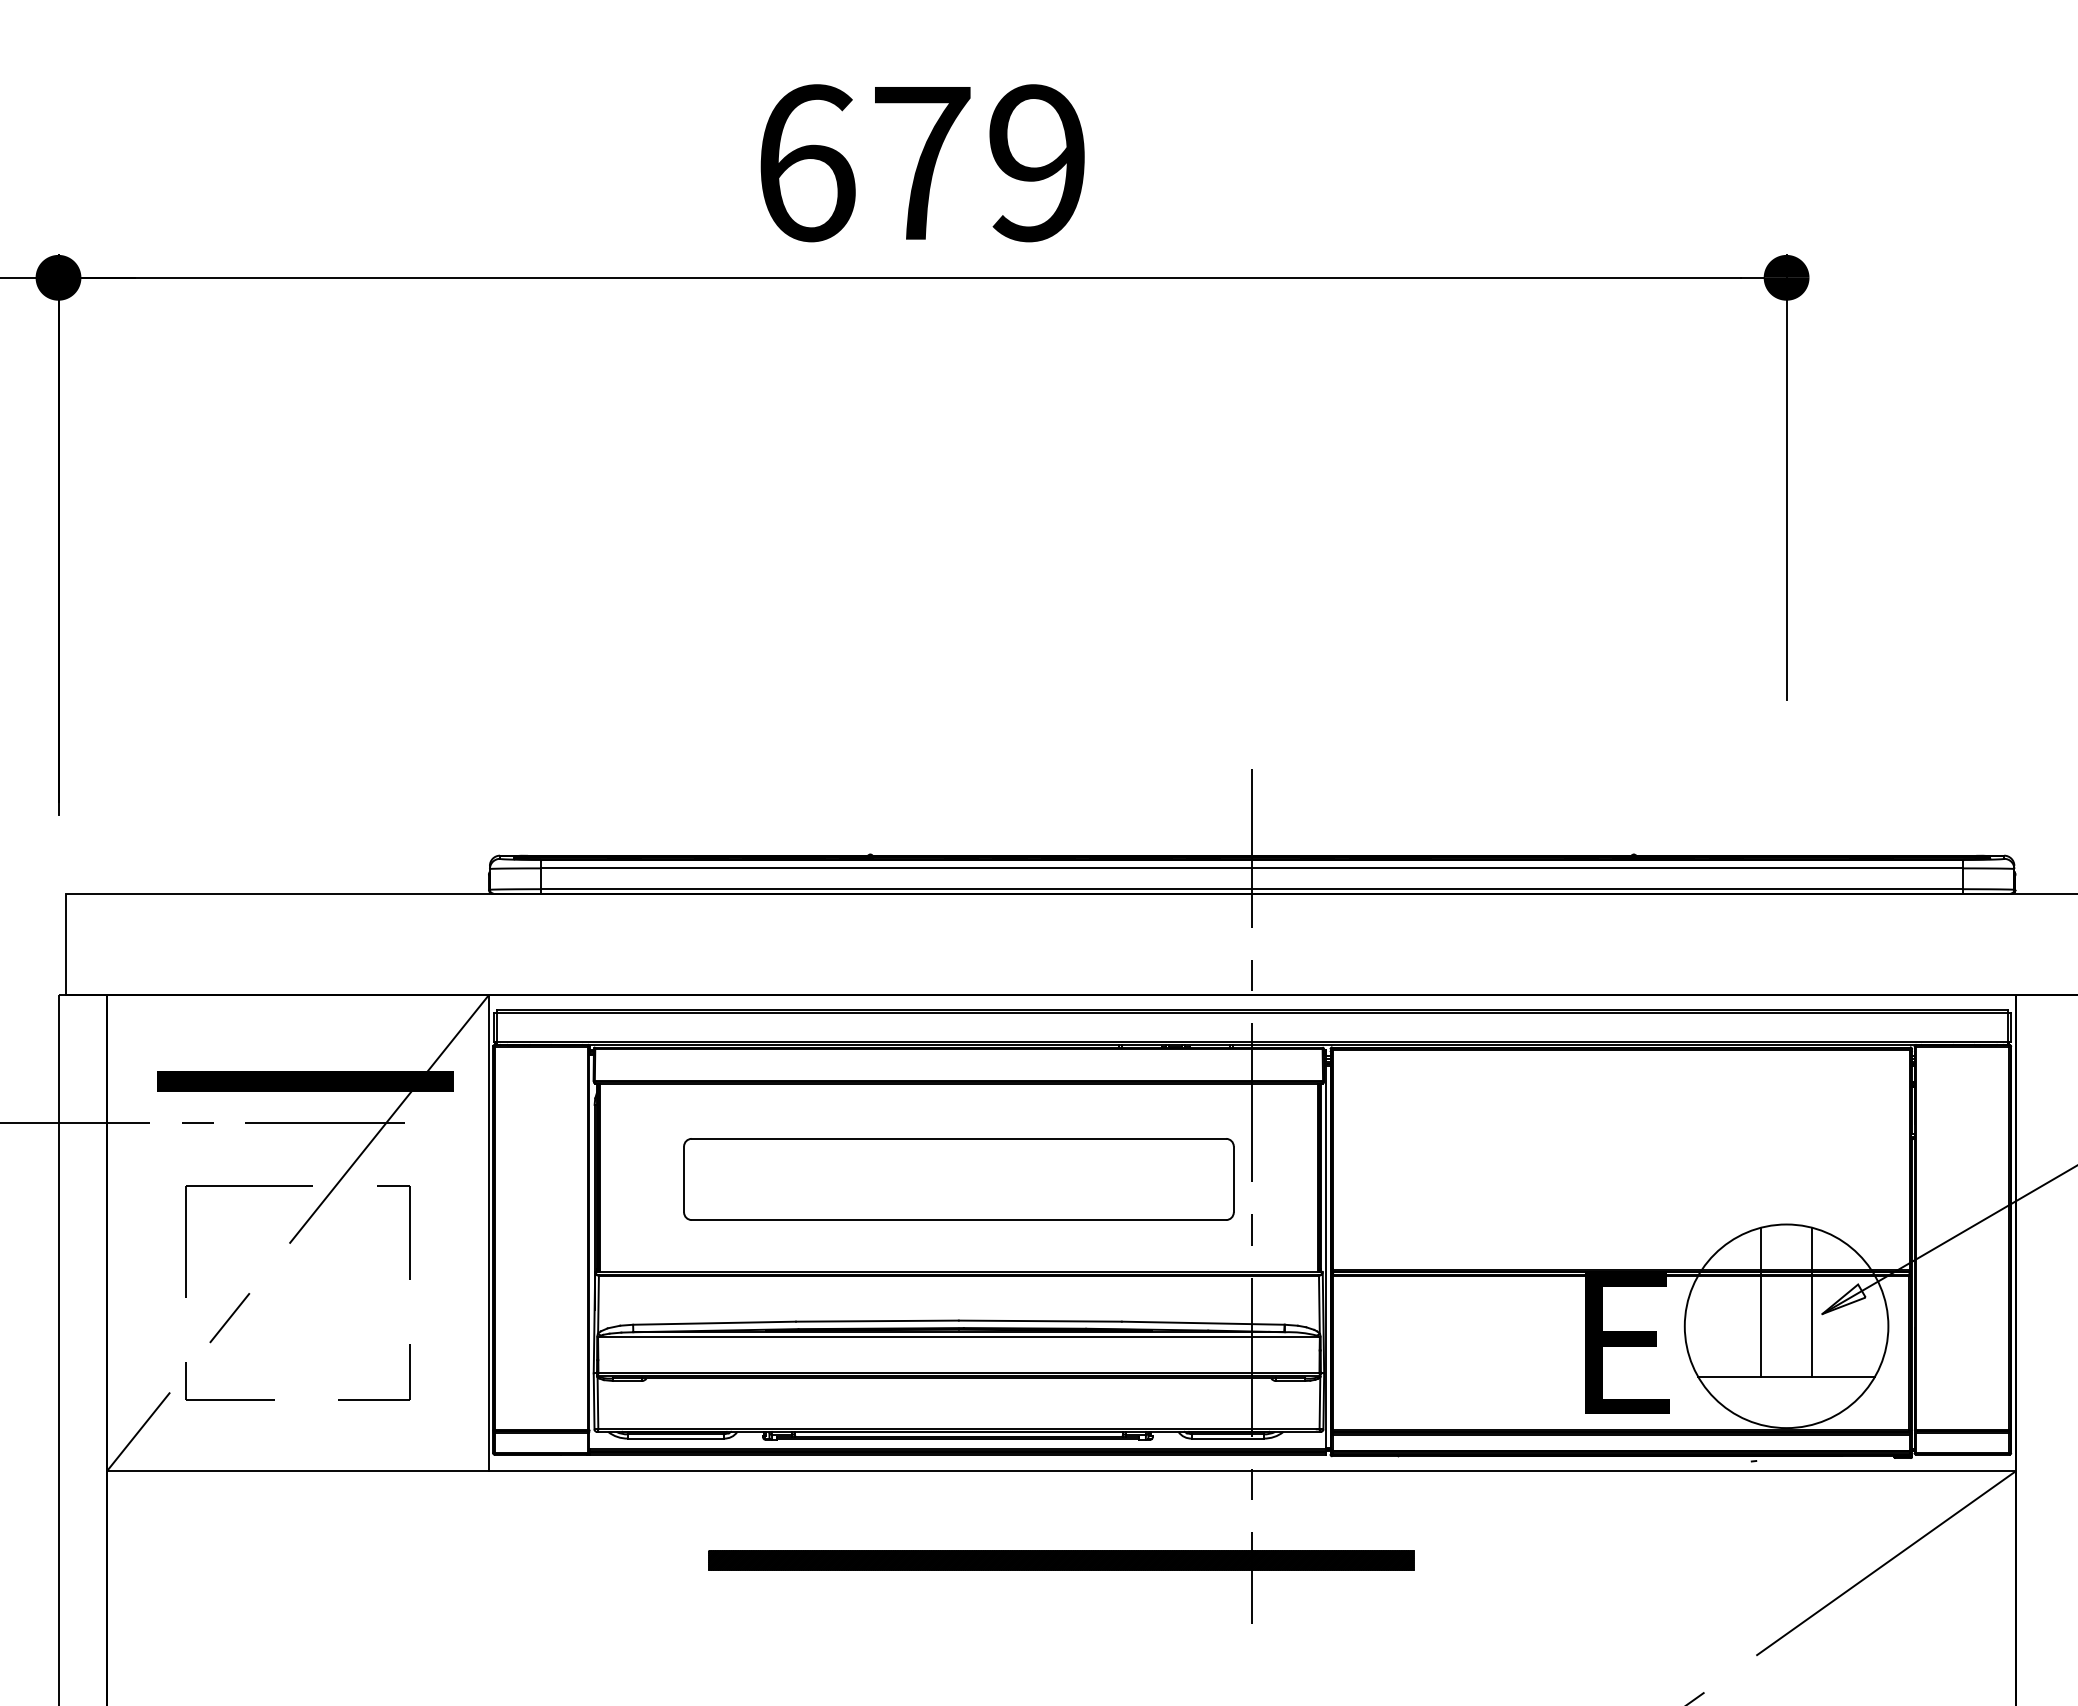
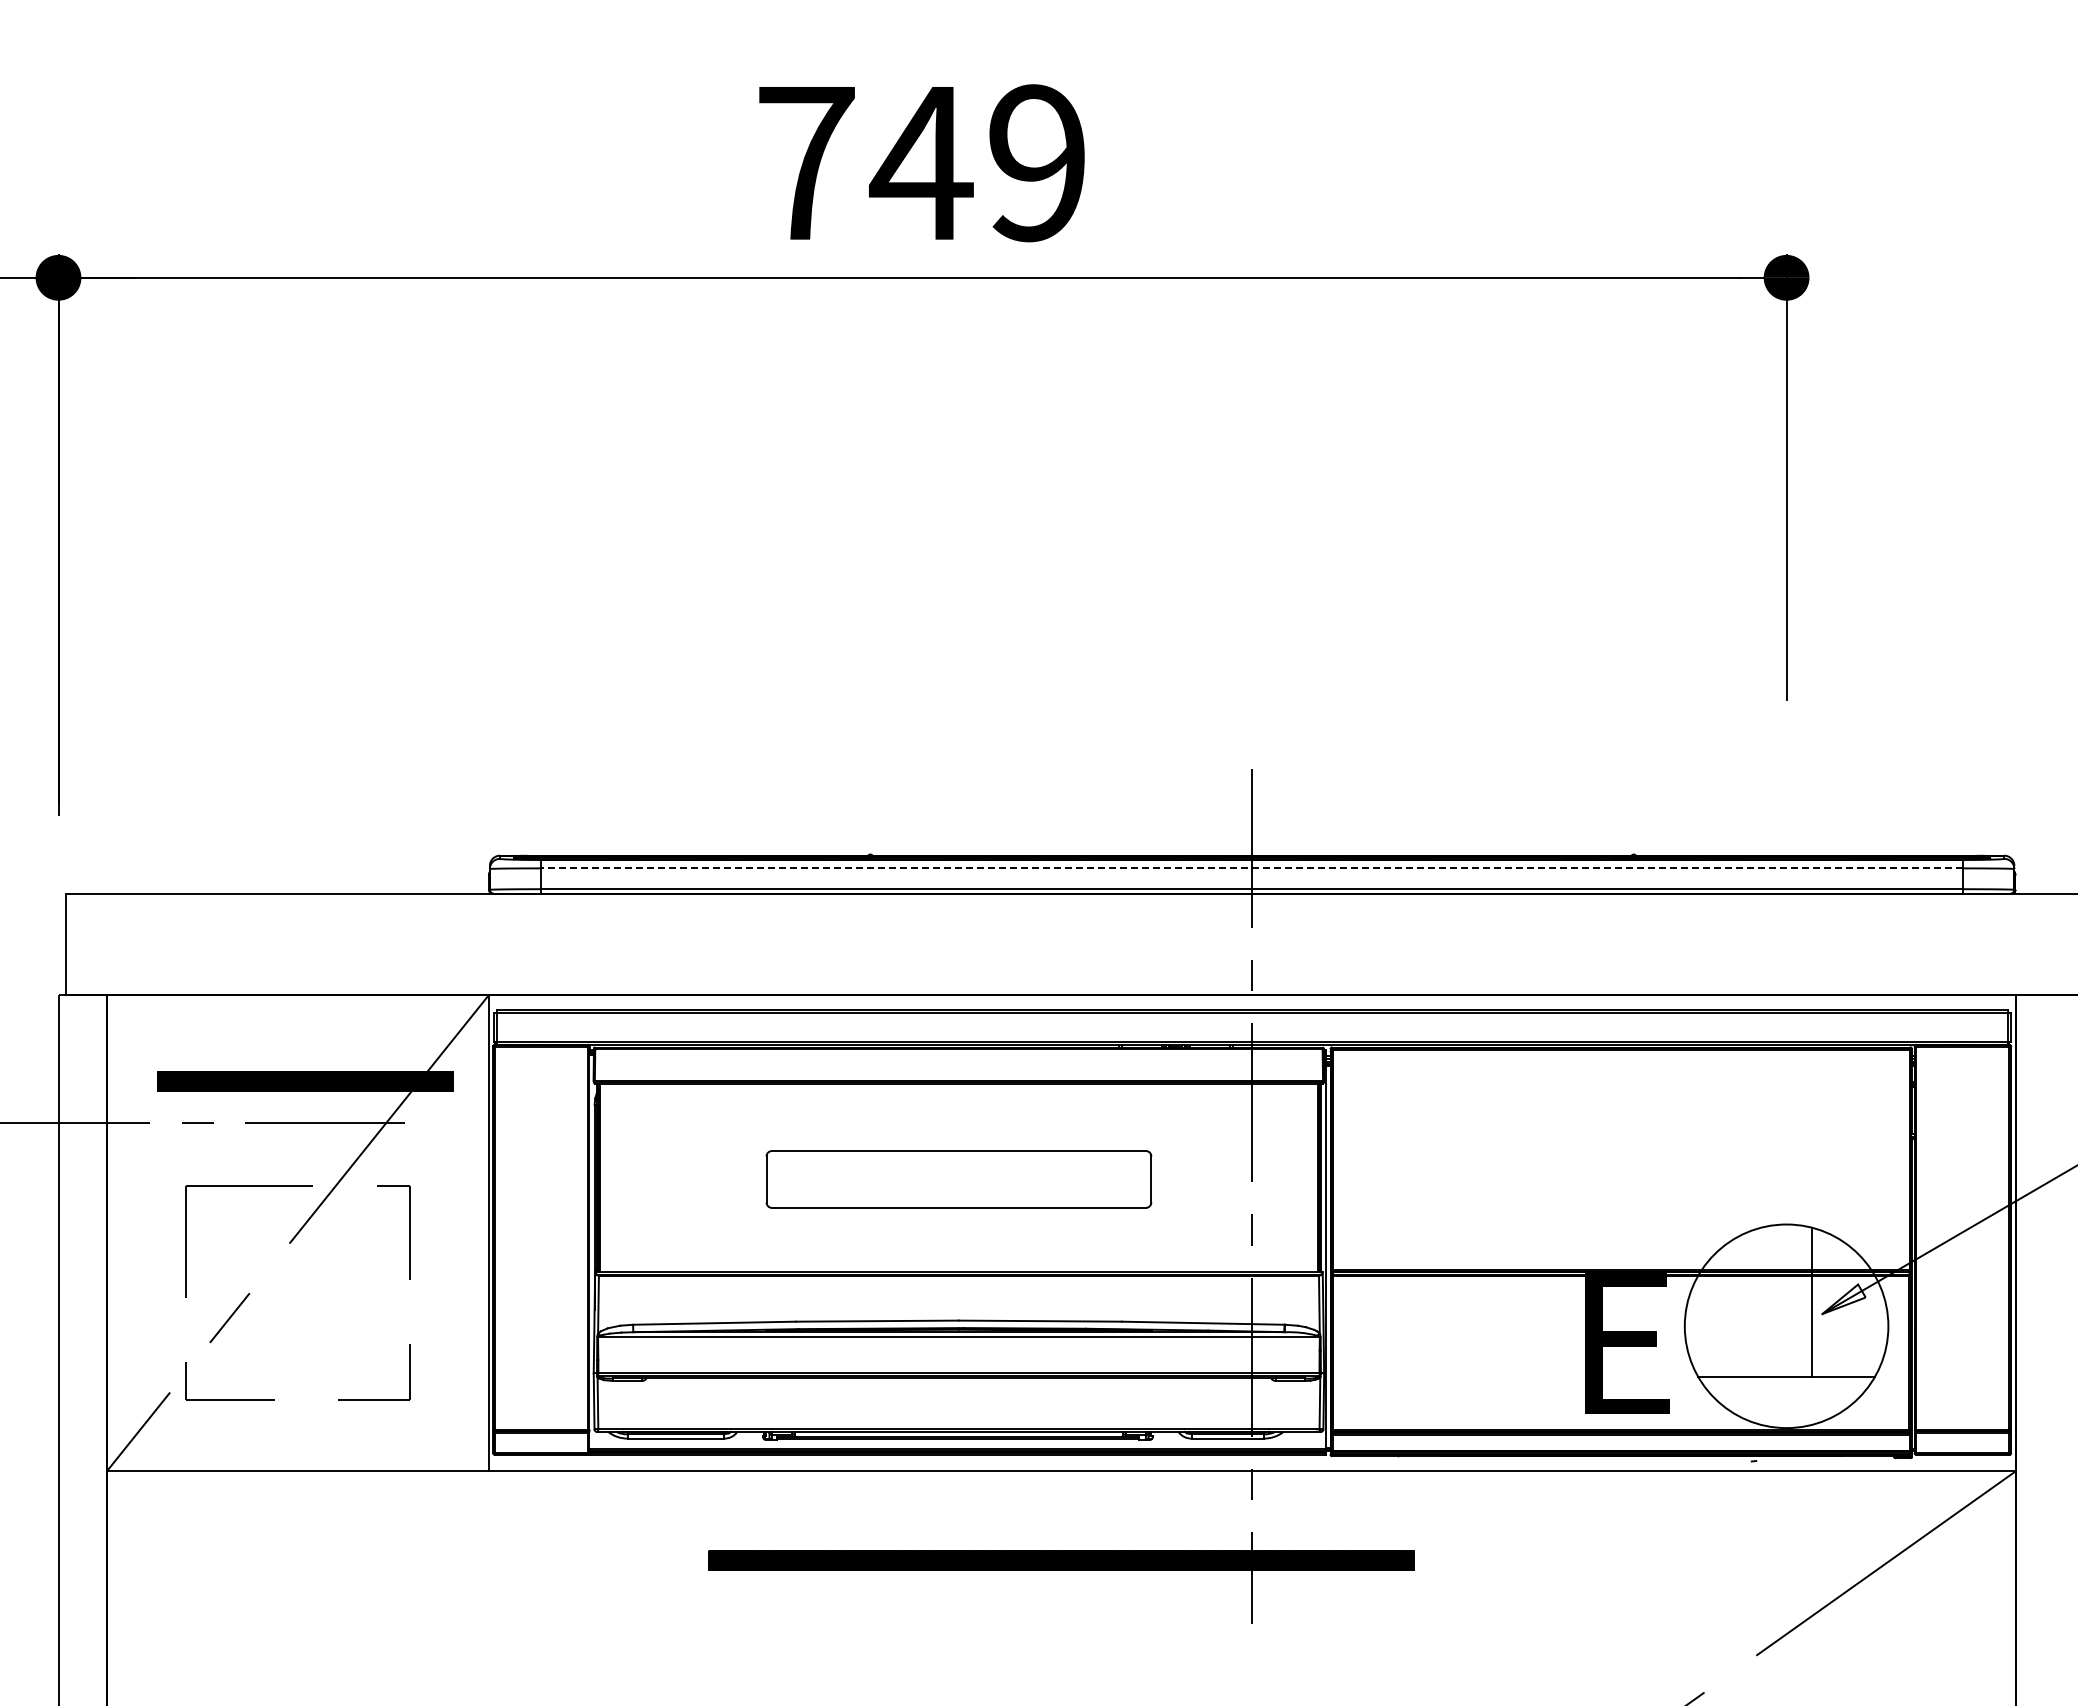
text at (866, 163): 679 -> 749
line at (1251, 868): solid -> dashed
part at (958, 1179) size: 552x83 px -> 388x59 px
line at (1761, 1302): present -> none
